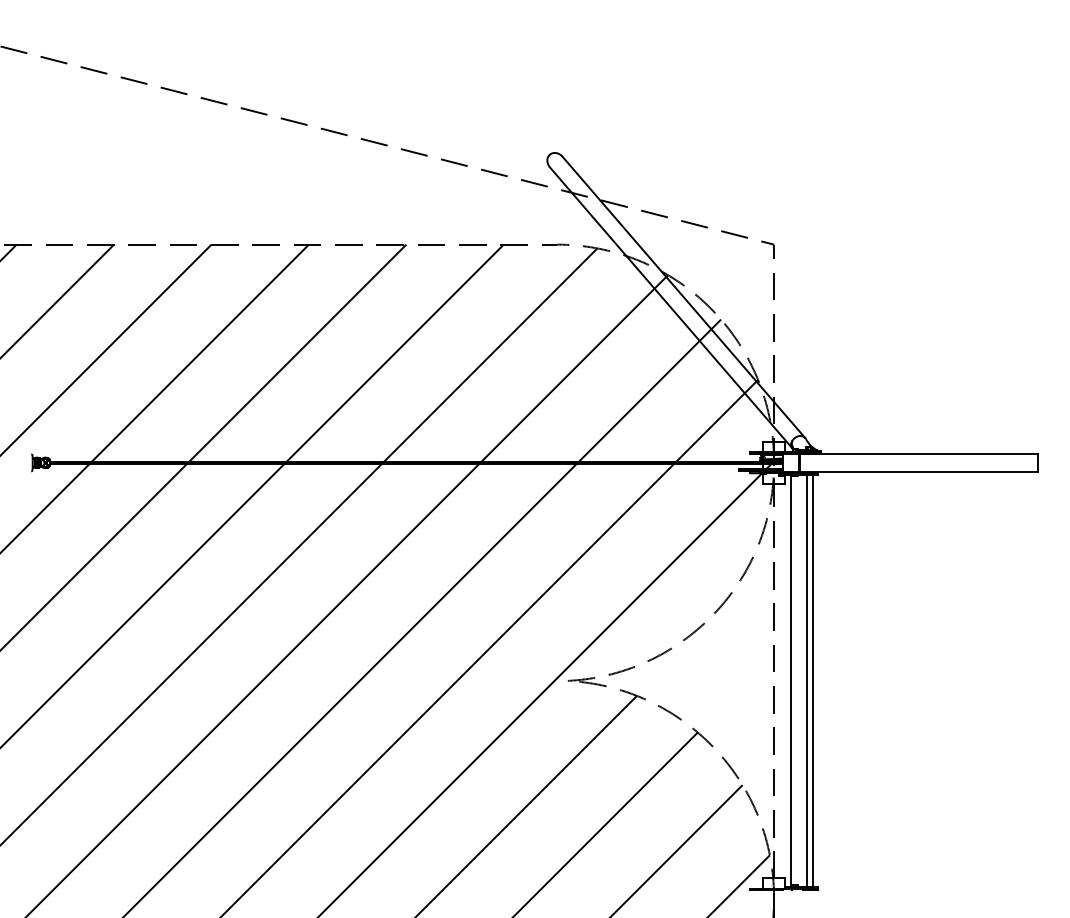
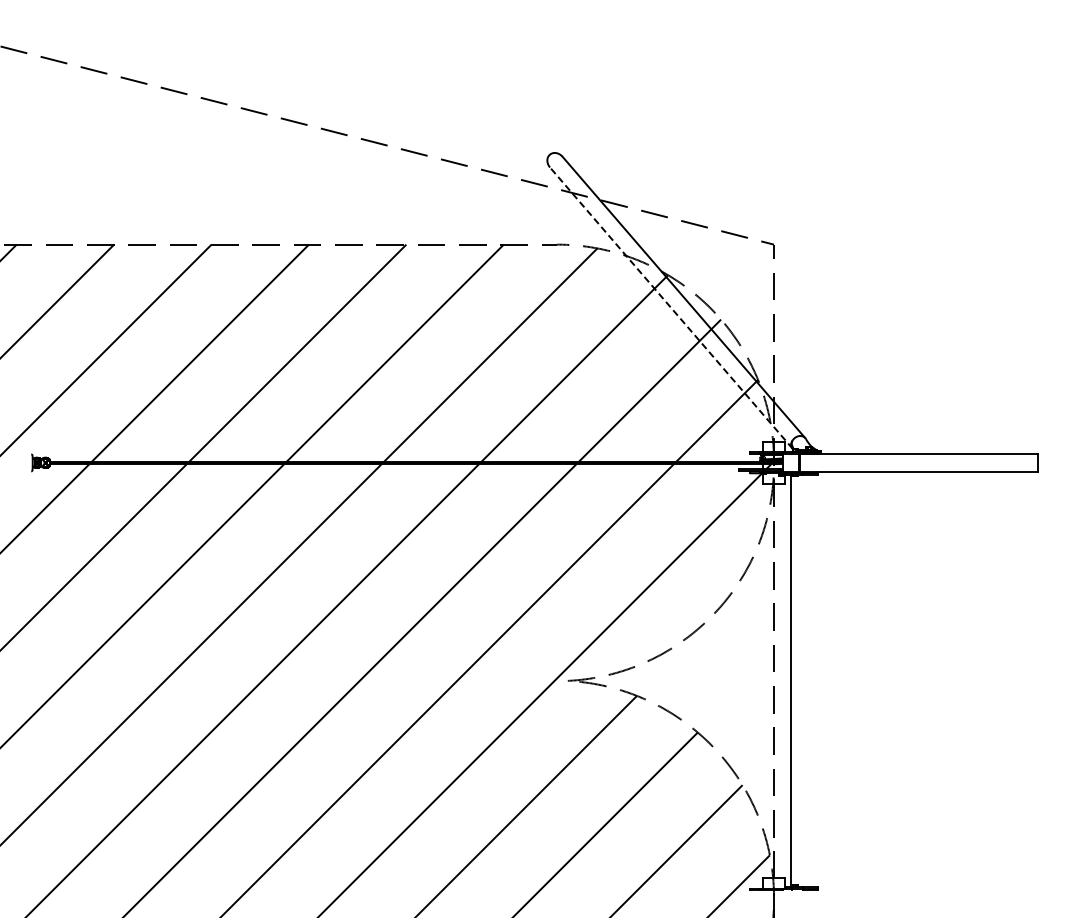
line at (671, 308): solid -> dashed
line at (807, 680): present -> none
line at (813, 680): present -> none
